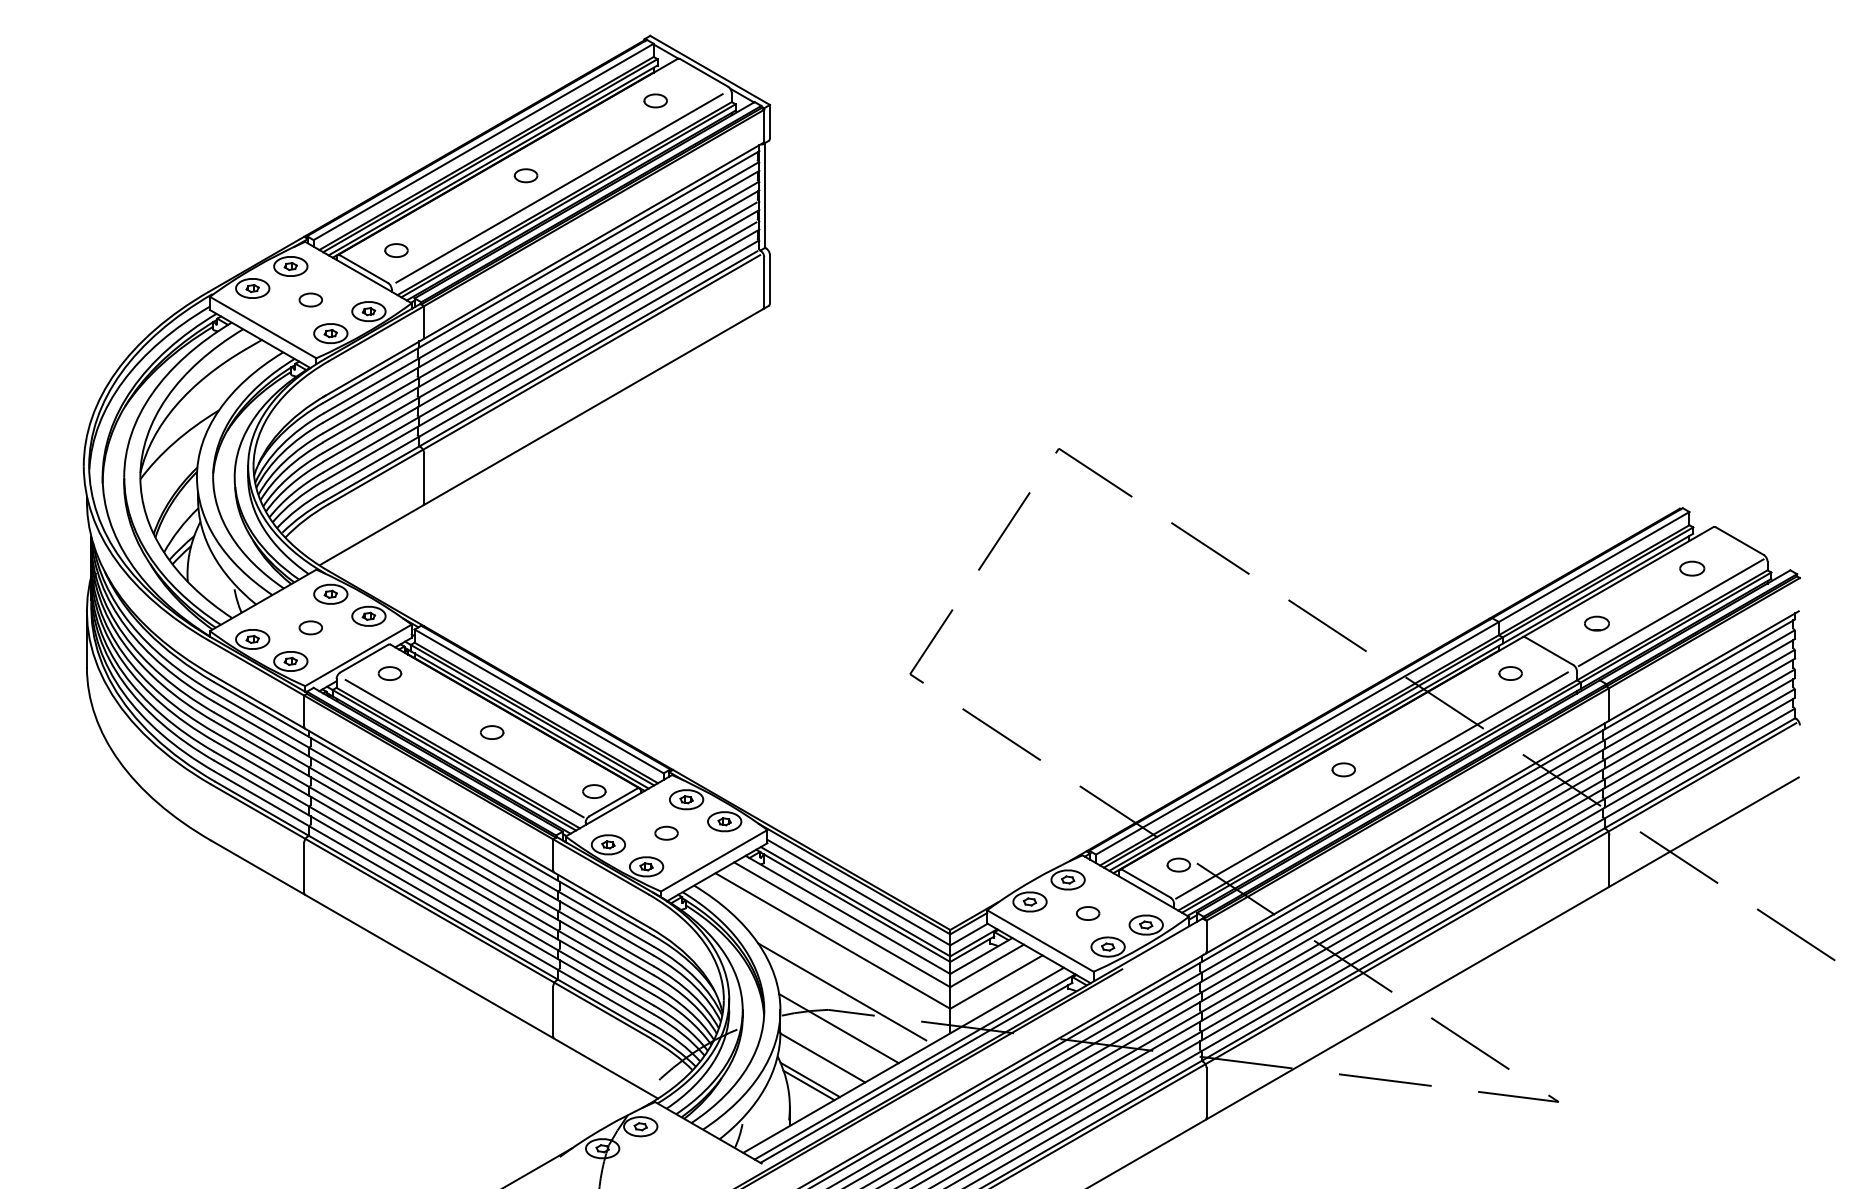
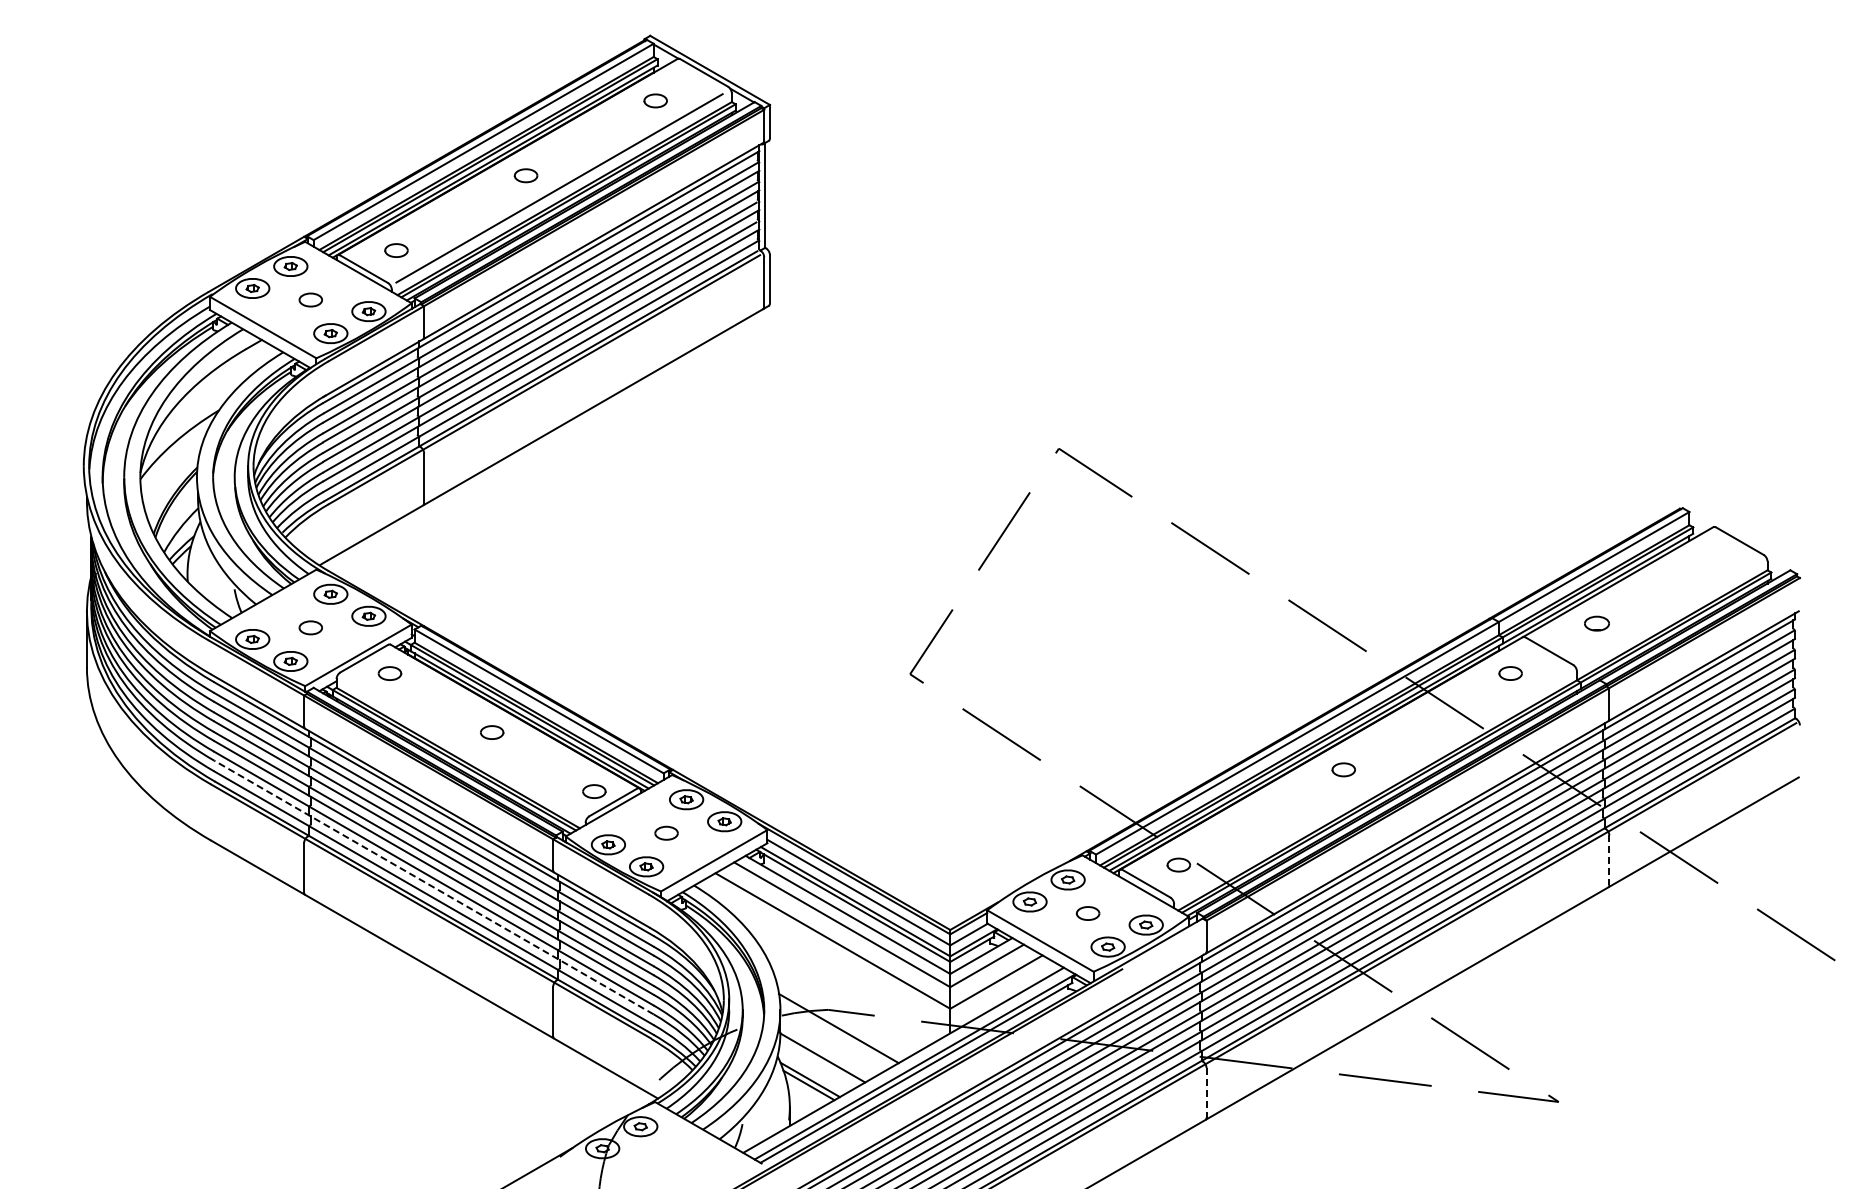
part at (1692, 568): present -> none
line at (1670, 612): present -> none
line at (464, 748): present -> none
line at (1371, 785): present -> none
line at (1609, 860): solid -> dashed
line at (433, 887): solid -> dashed
line at (842, 991): present -> none
line at (1206, 1092): solid -> dashed
